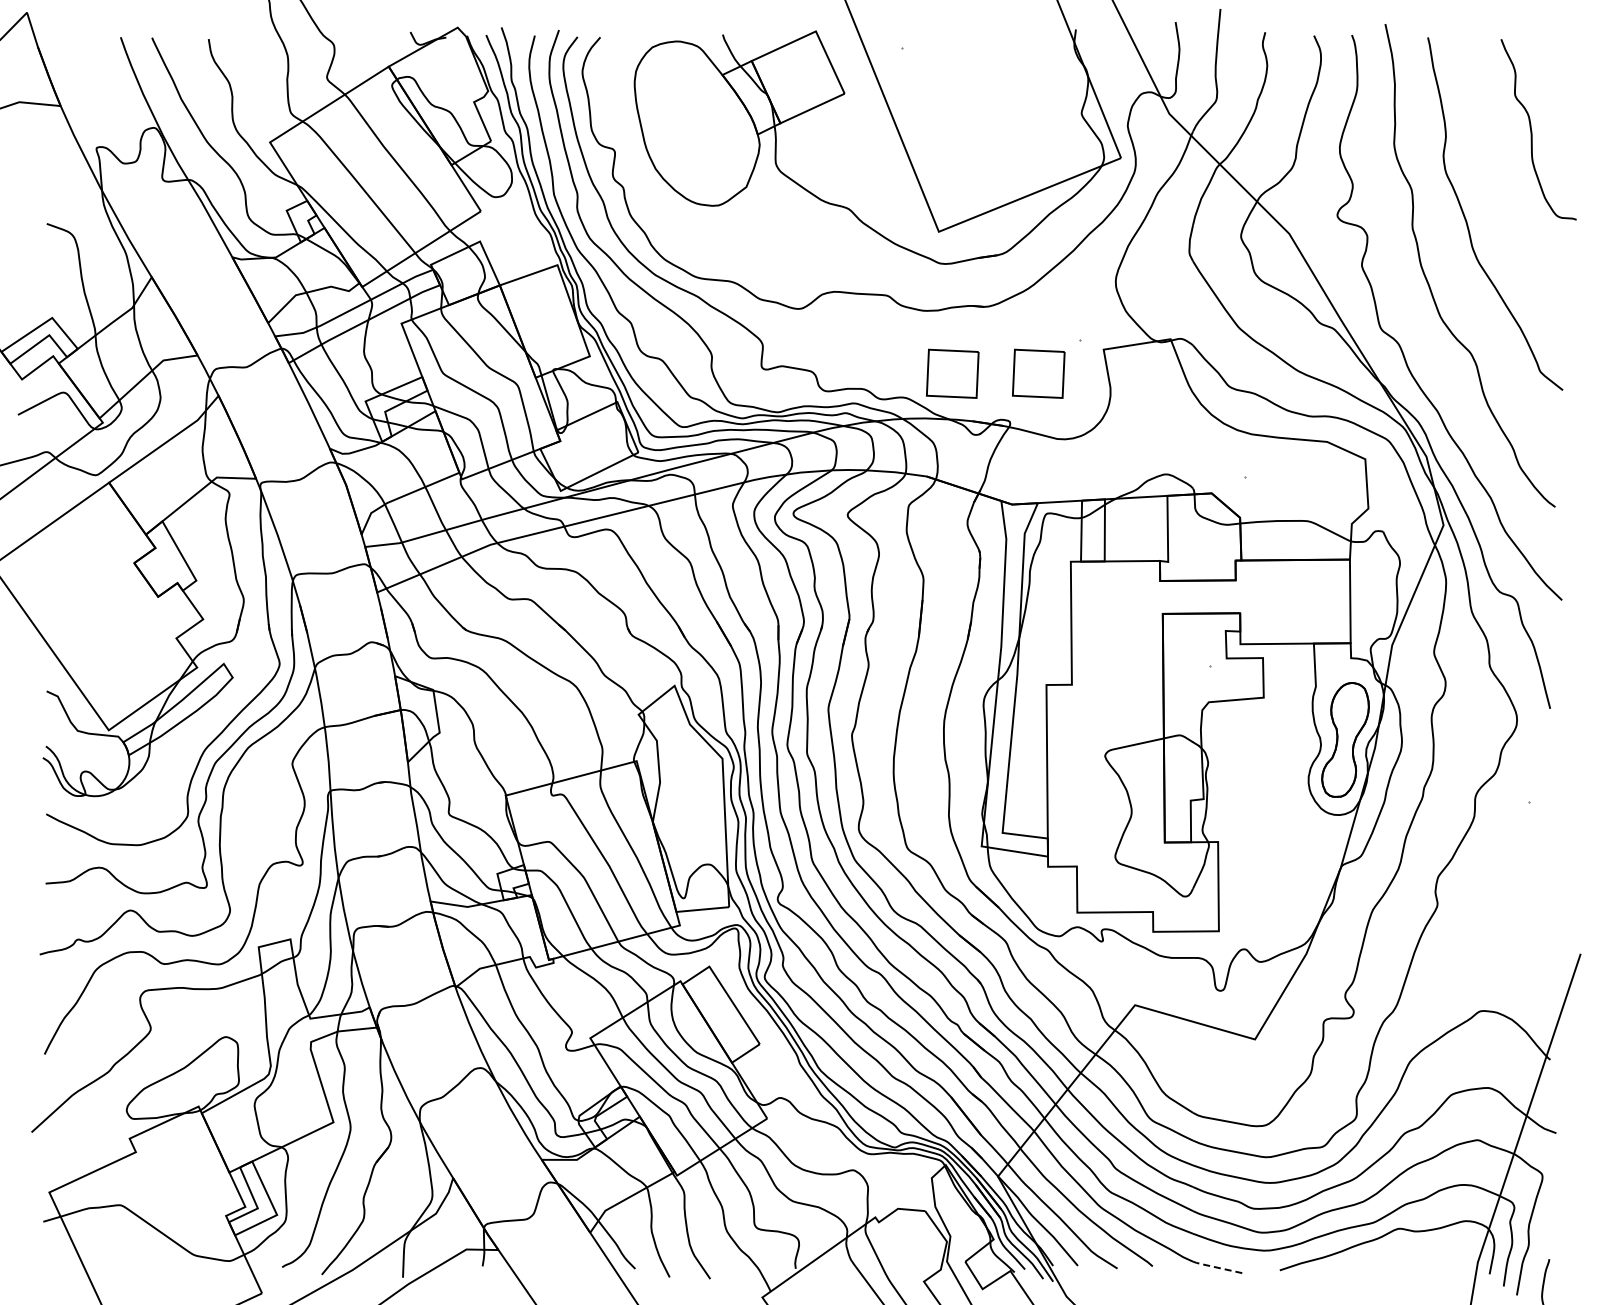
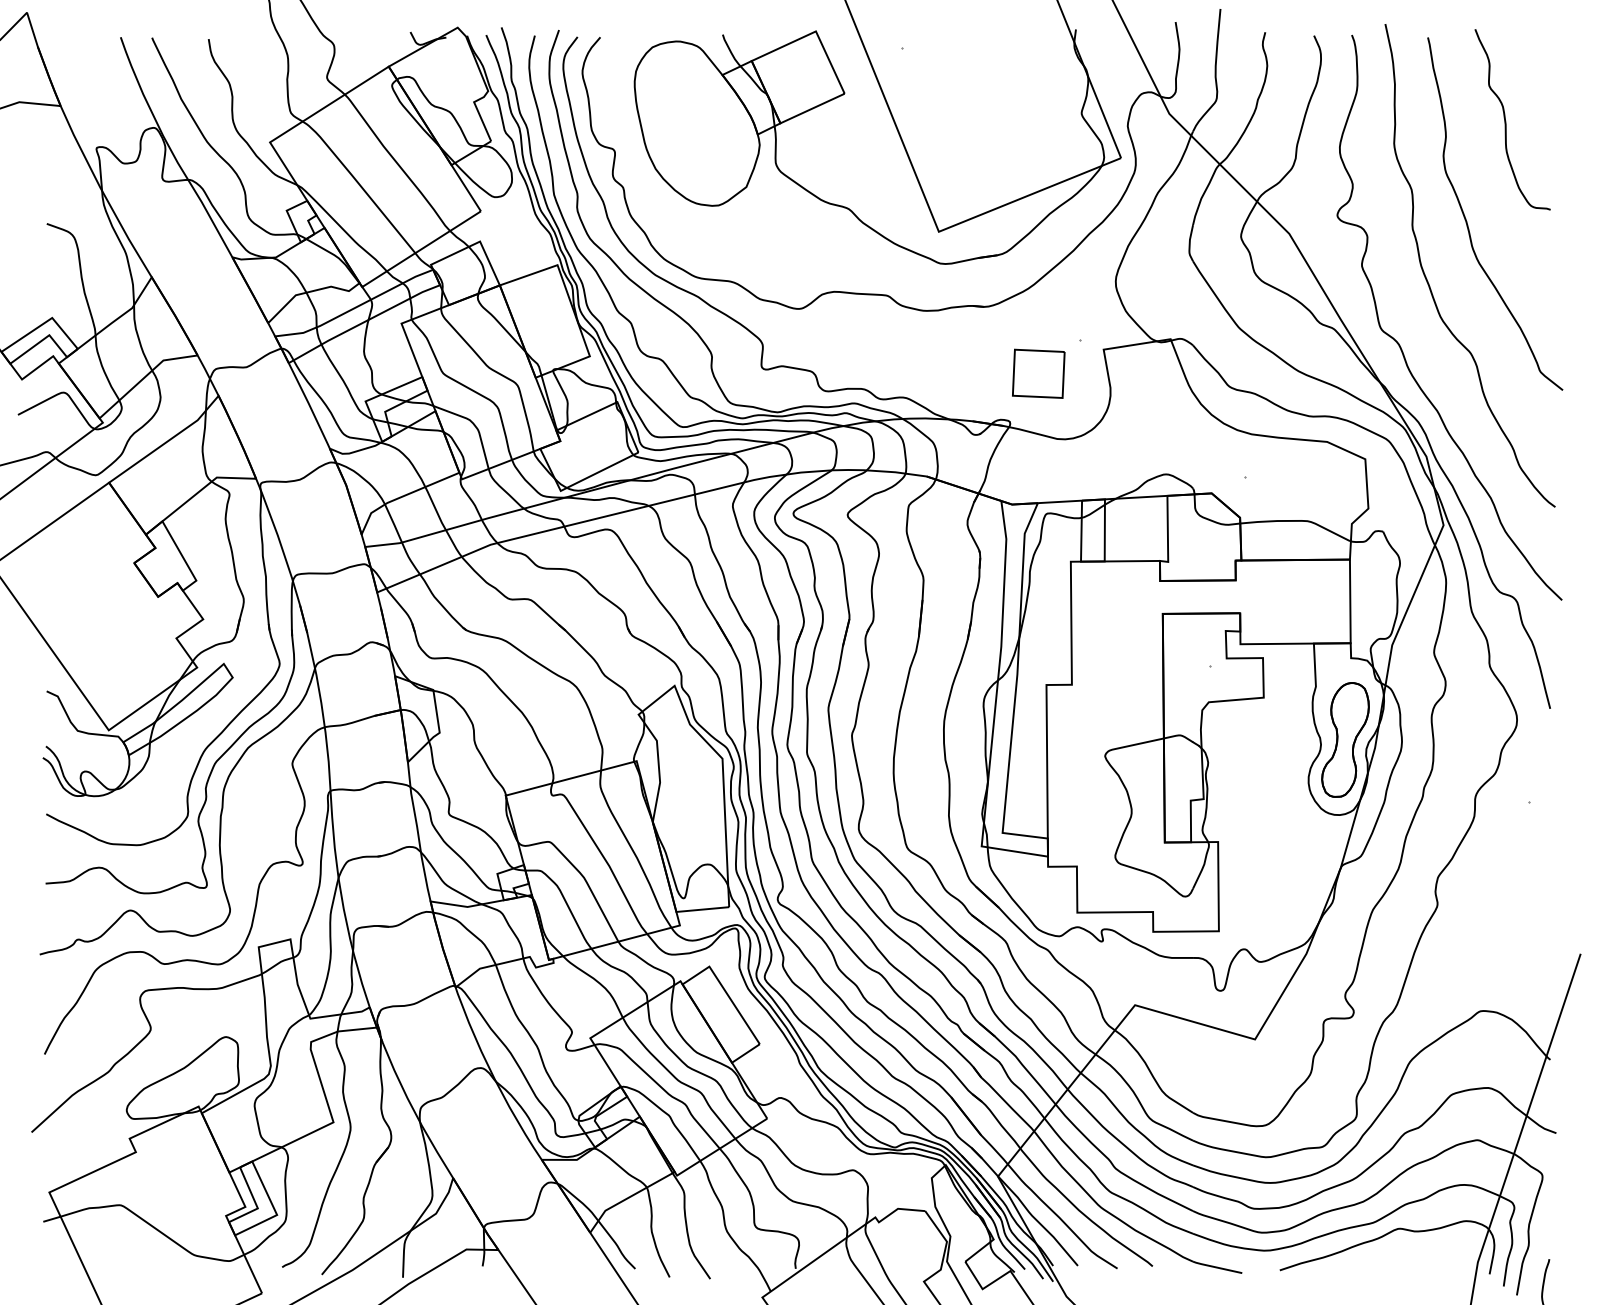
curve at (1532, 131) position: (1532, 131) -> (1506, 121)
part at (952, 373): present -> none
line at (1216, 1267): dashed -> solid
